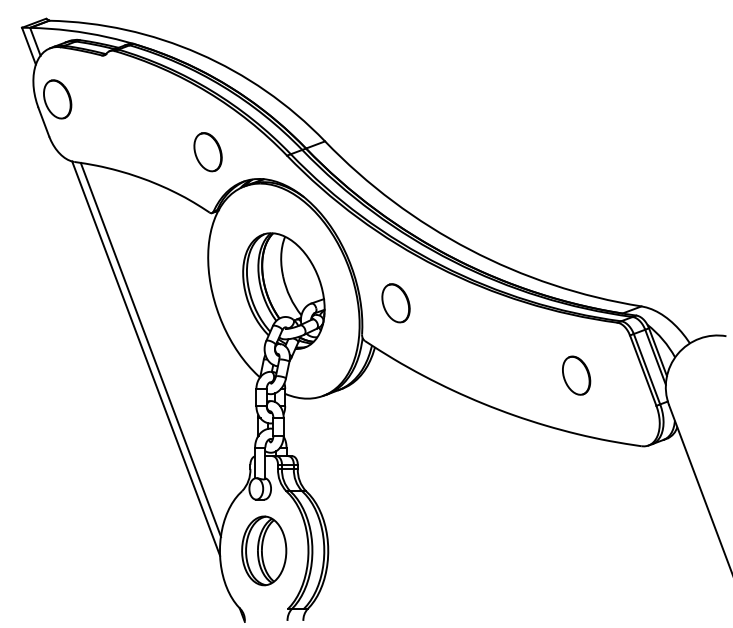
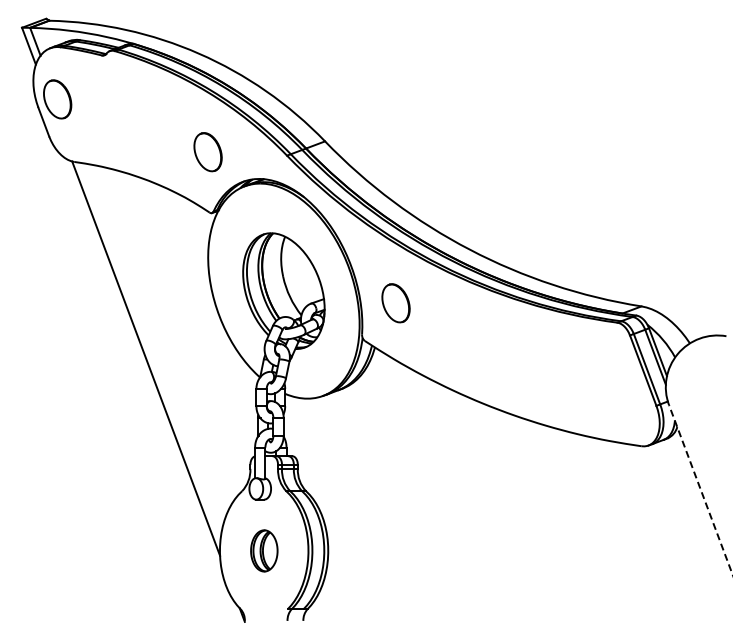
line at (150, 349): present -> none
part at (576, 375): present -> none
line at (700, 489): solid -> dashed
part at (264, 550) size: 47x72 px -> 29x44 px
